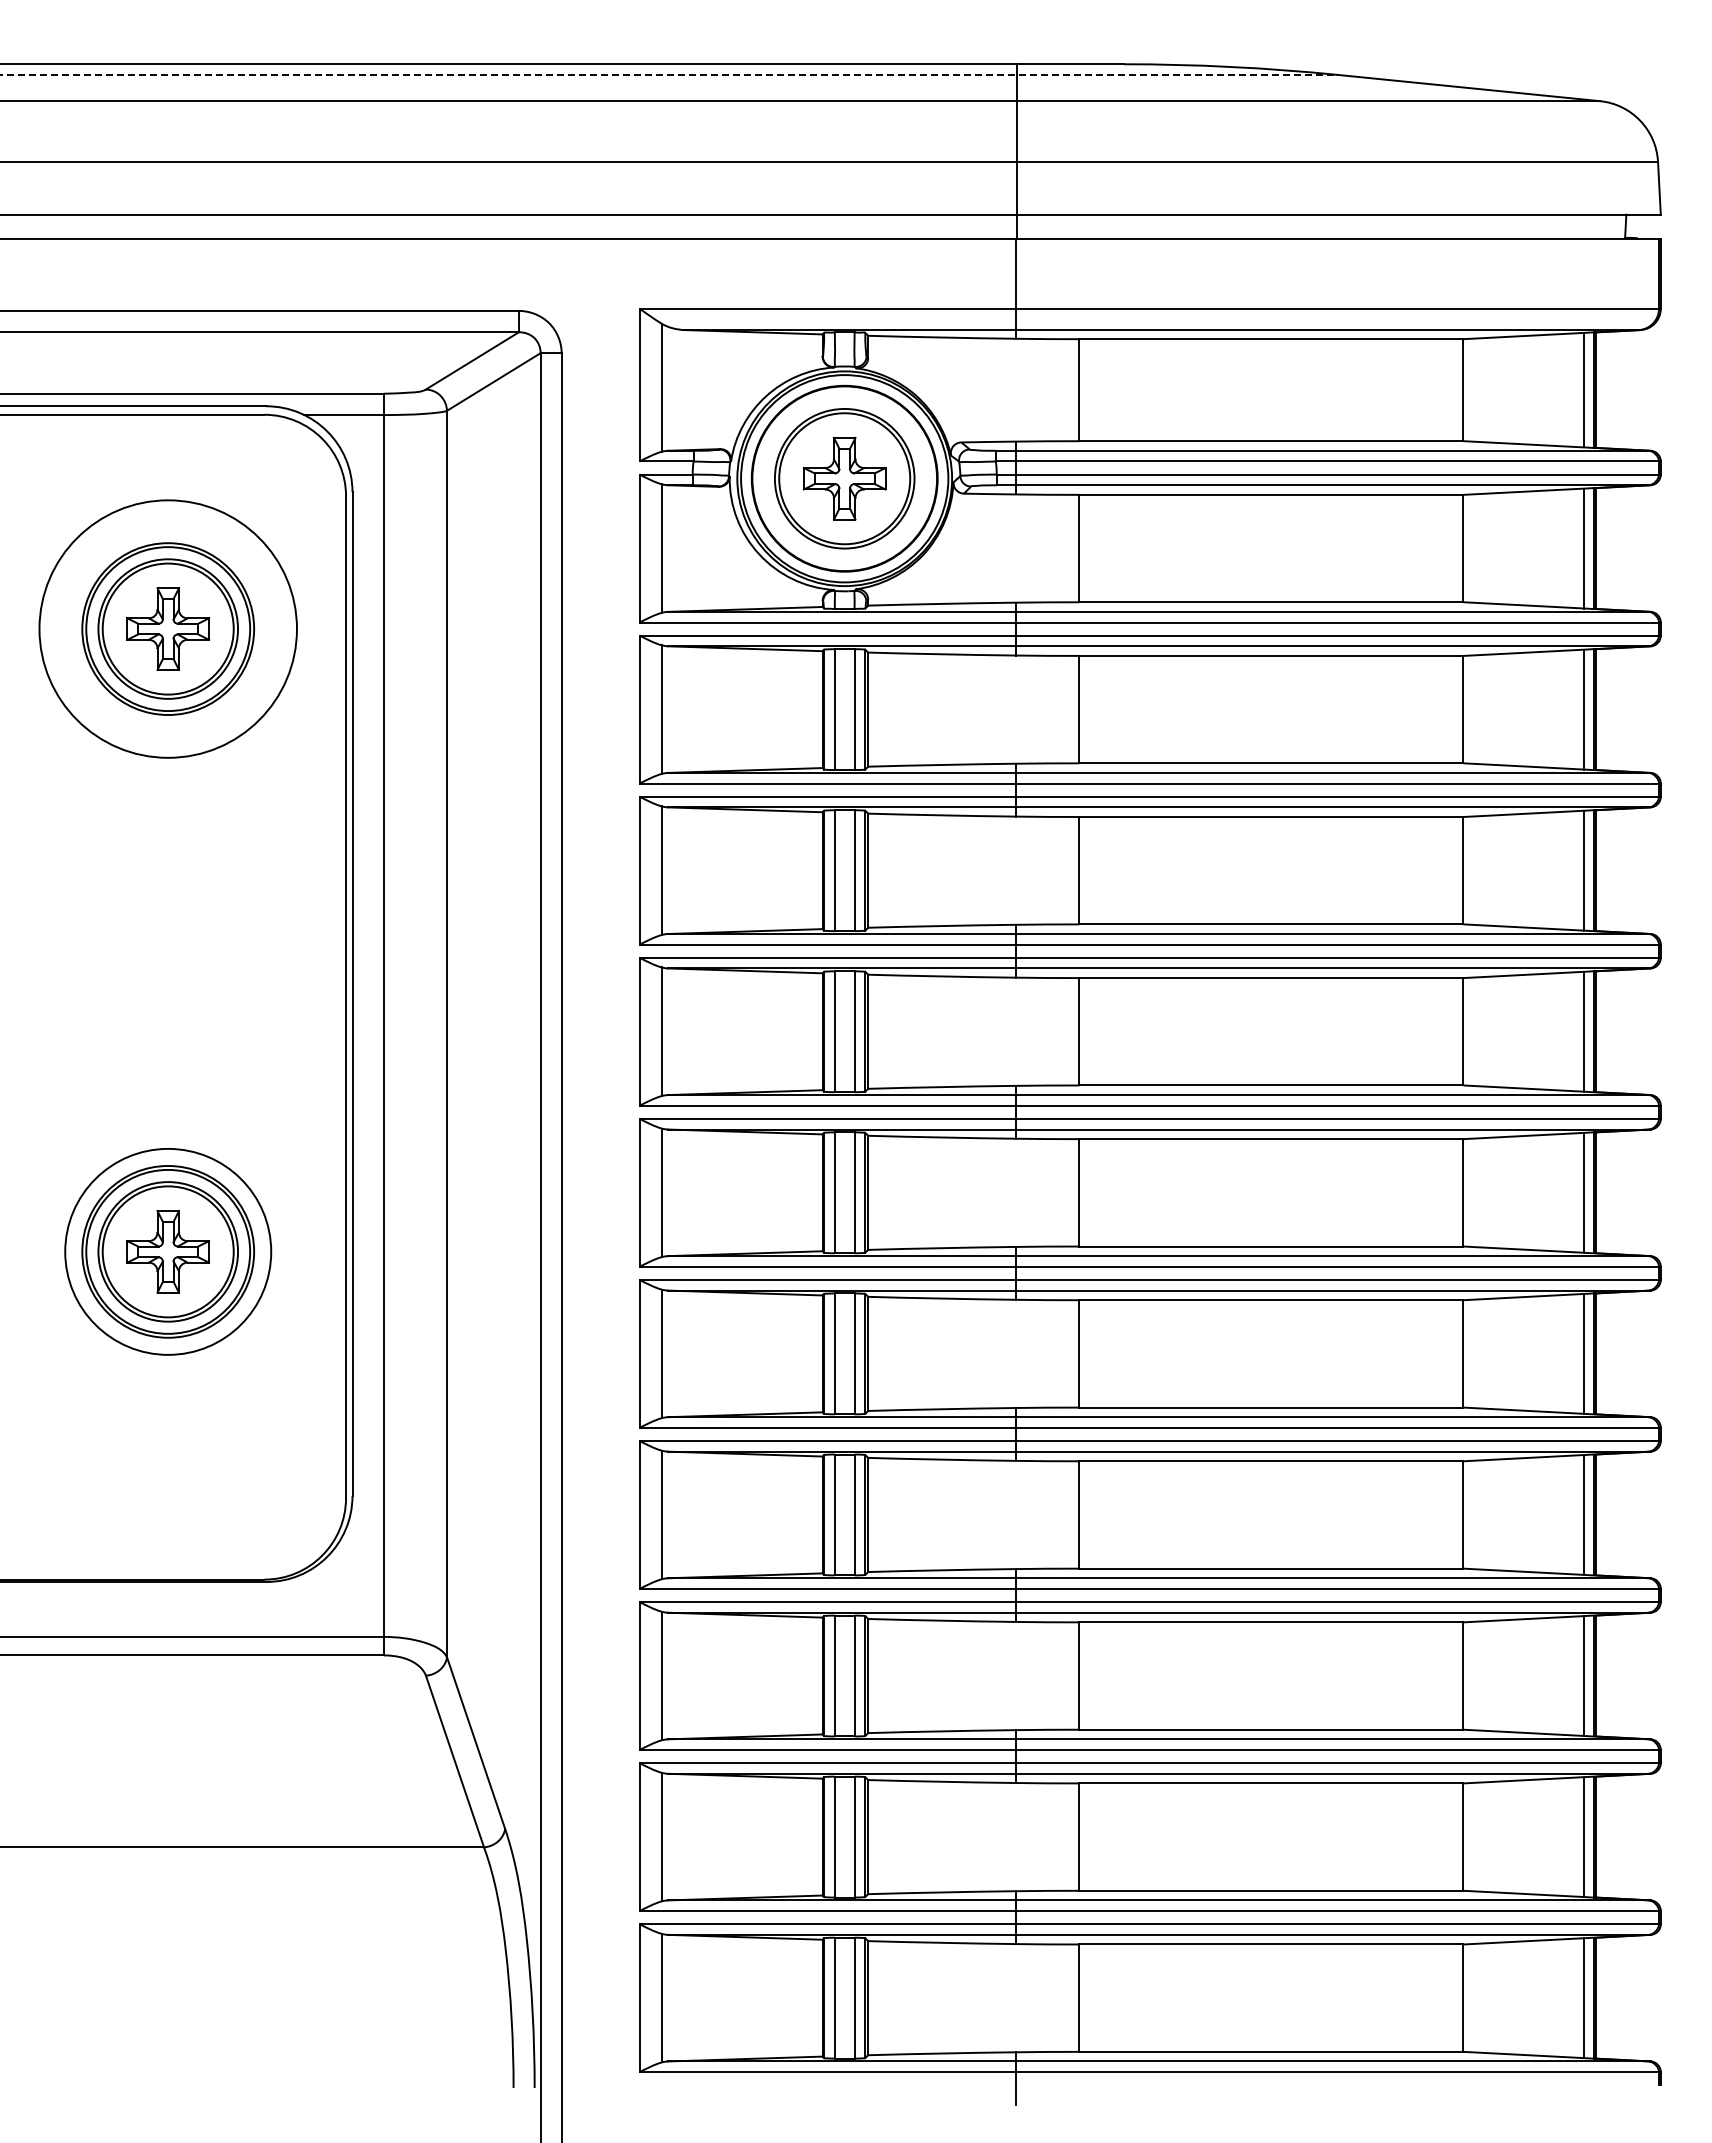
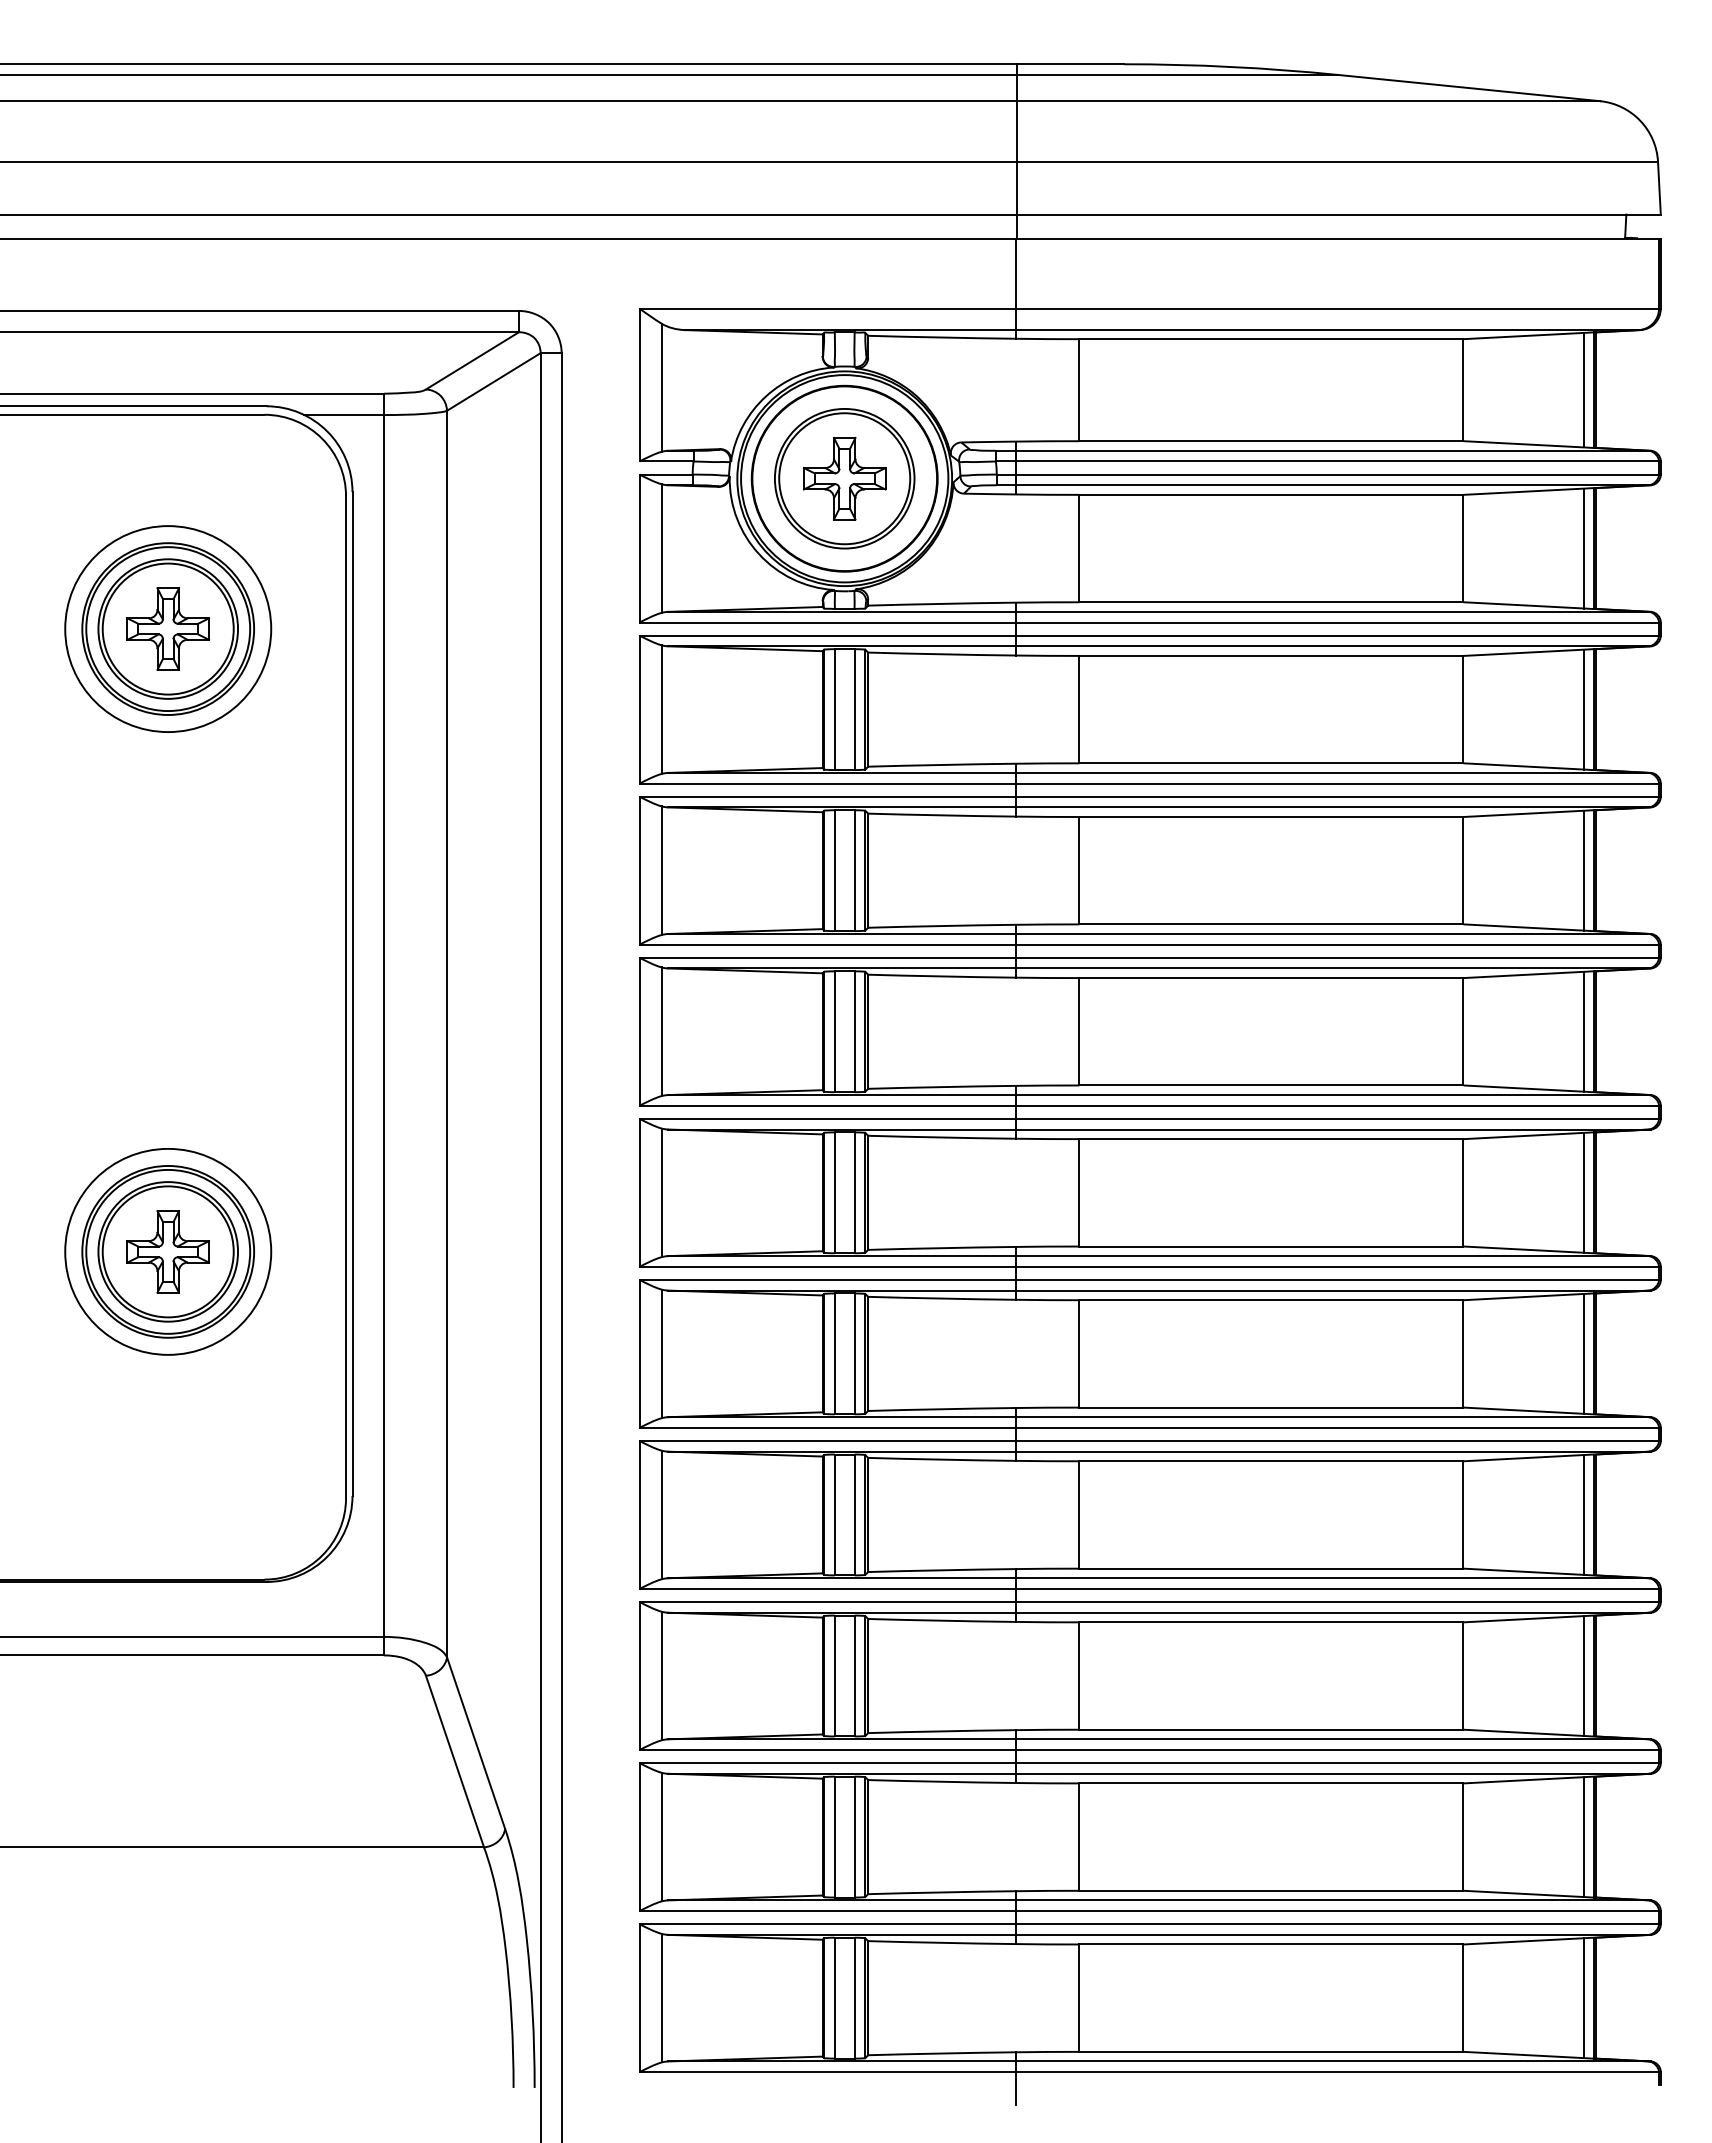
line at (669, 74): dashed -> solid
circle at (167, 628) diameter: 257 px -> 206 px
